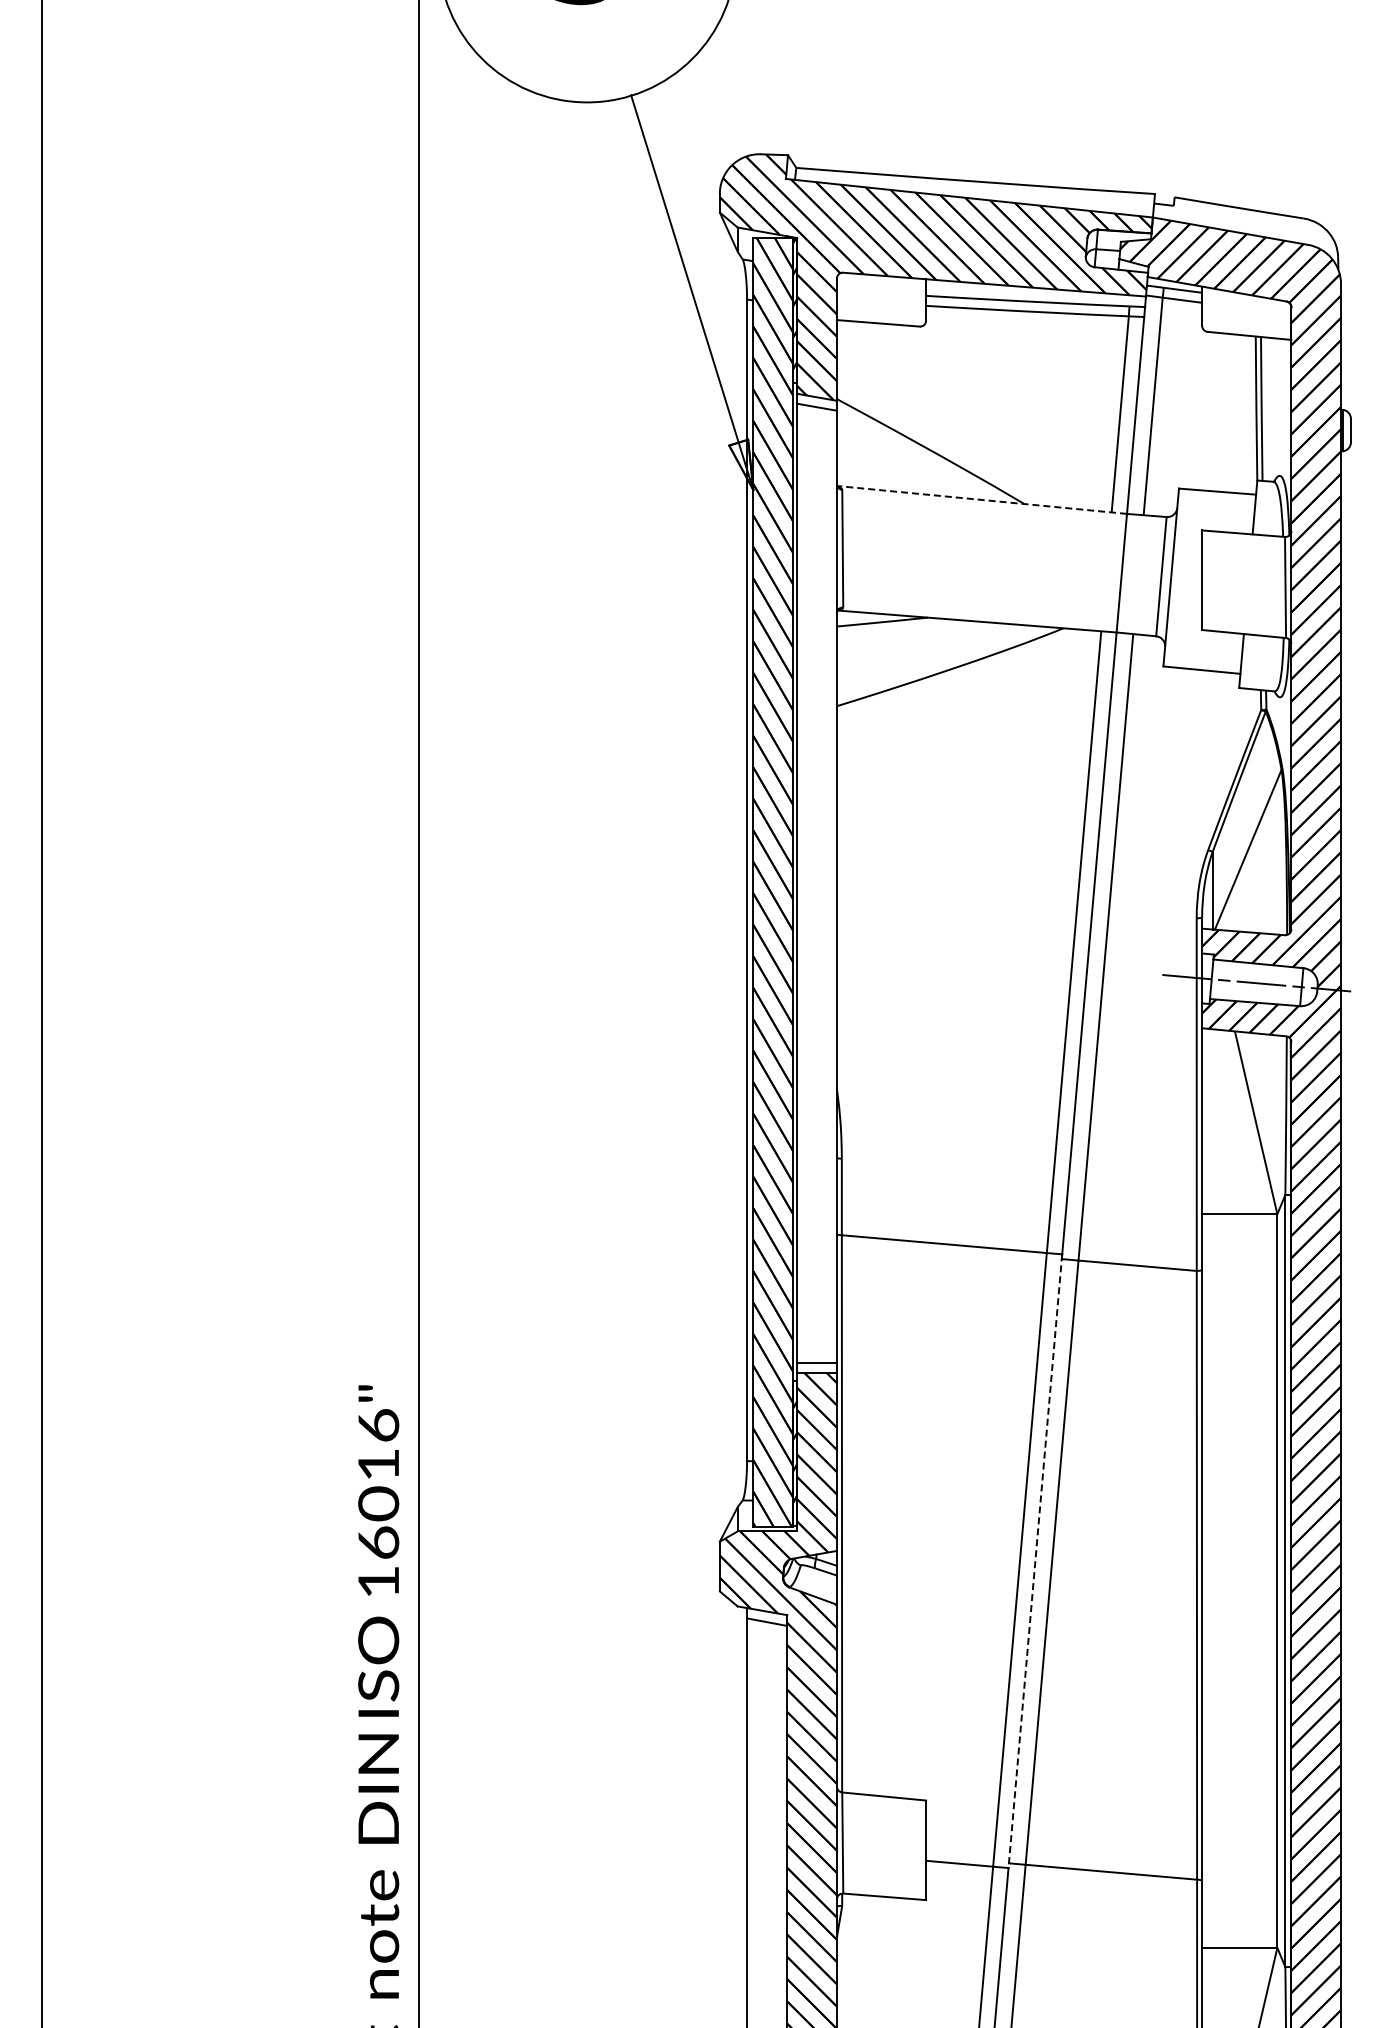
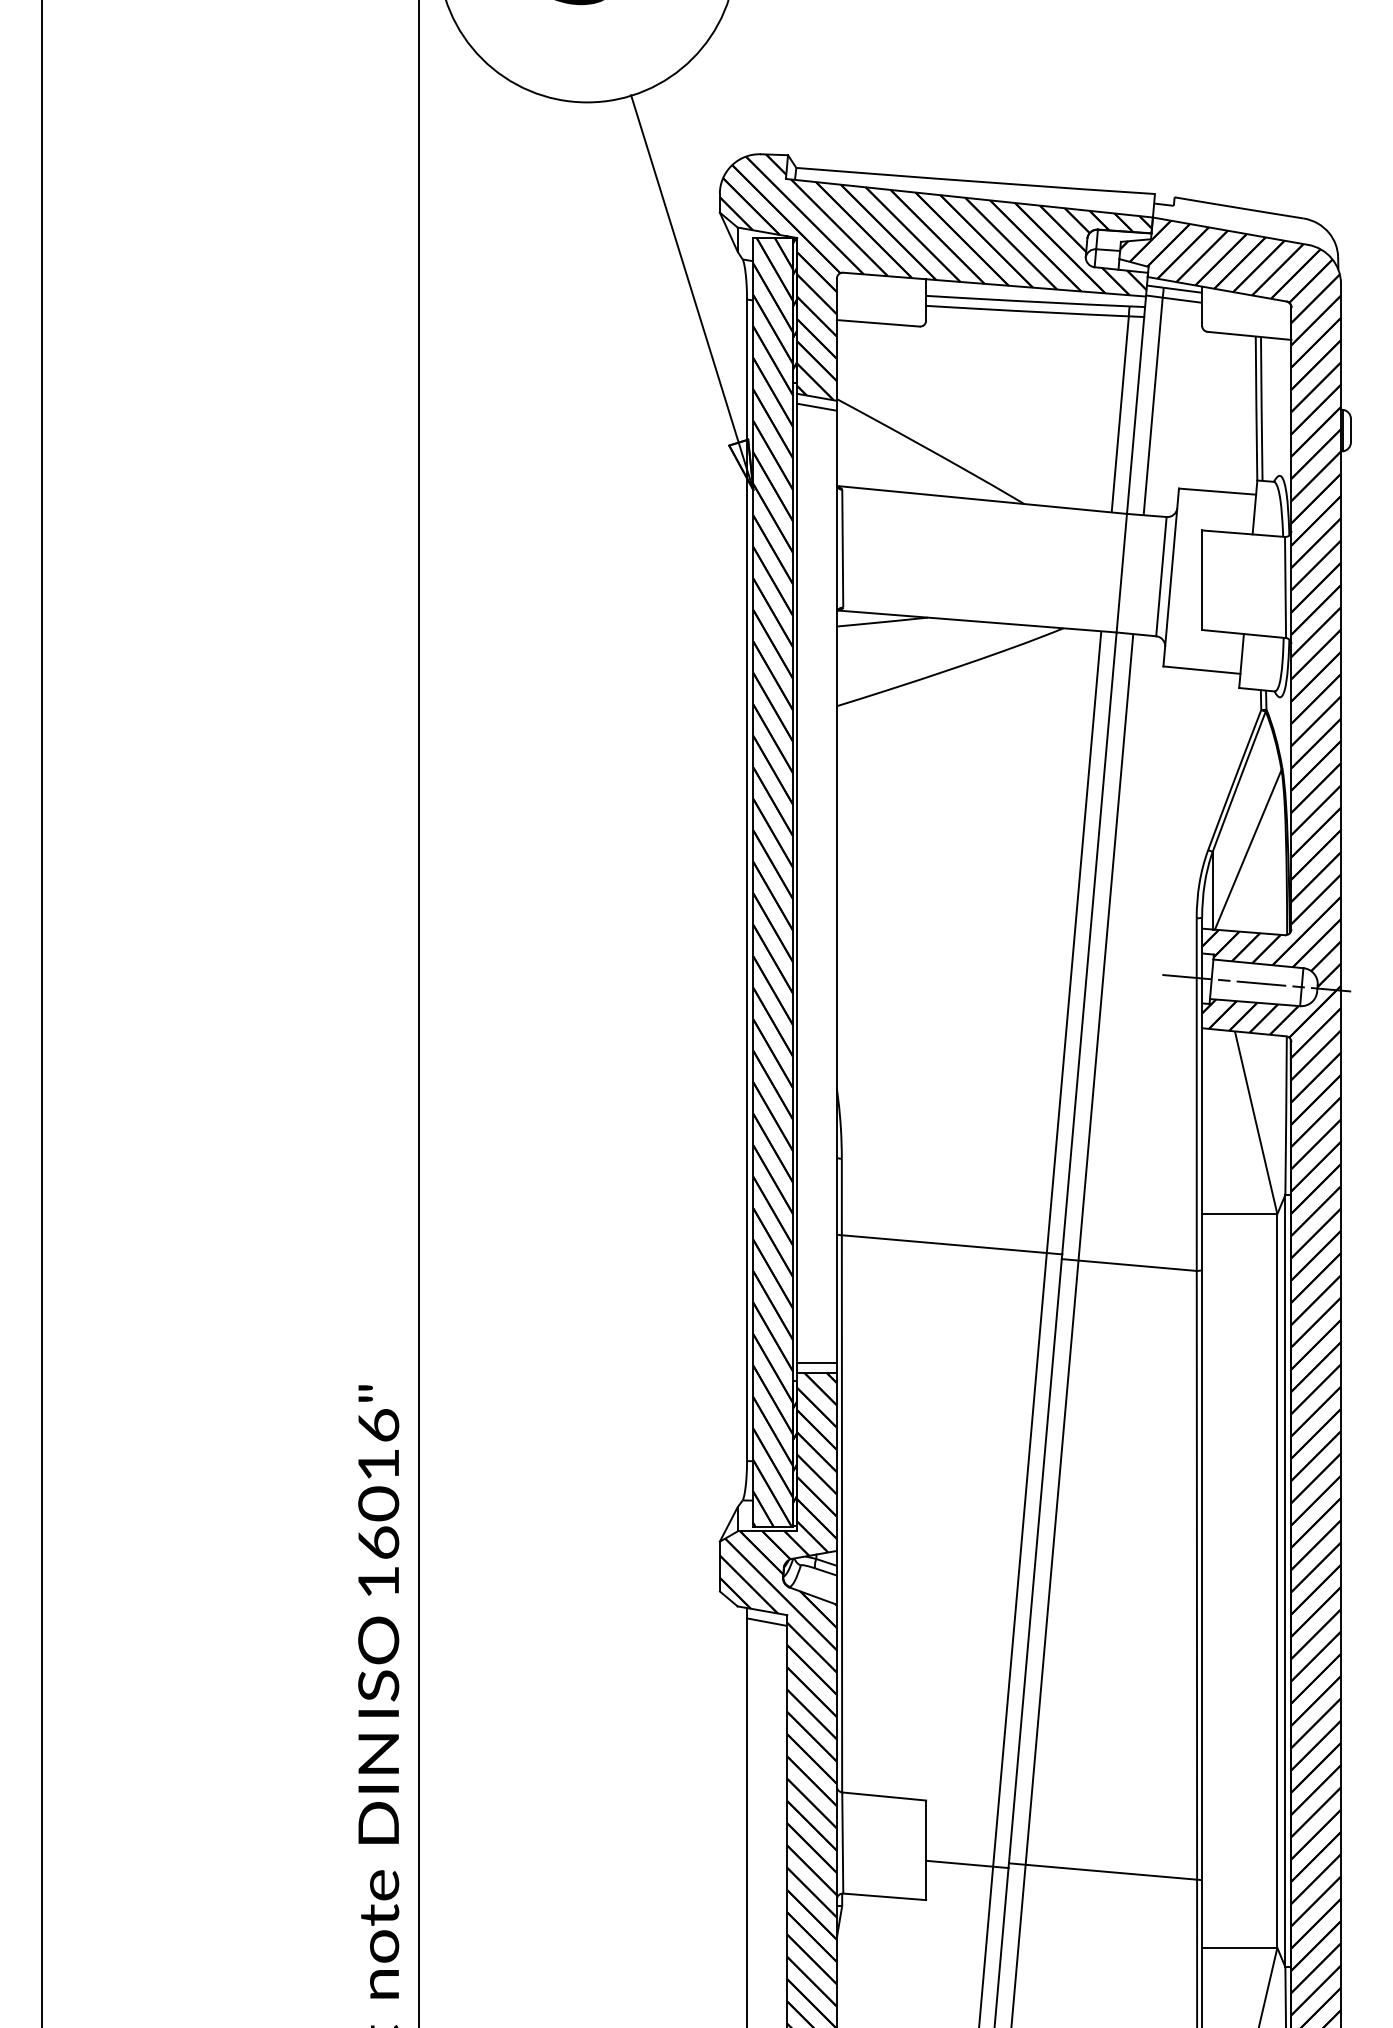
line at (982, 499): dashed -> solid
line at (1035, 1561): dashed -> solid
